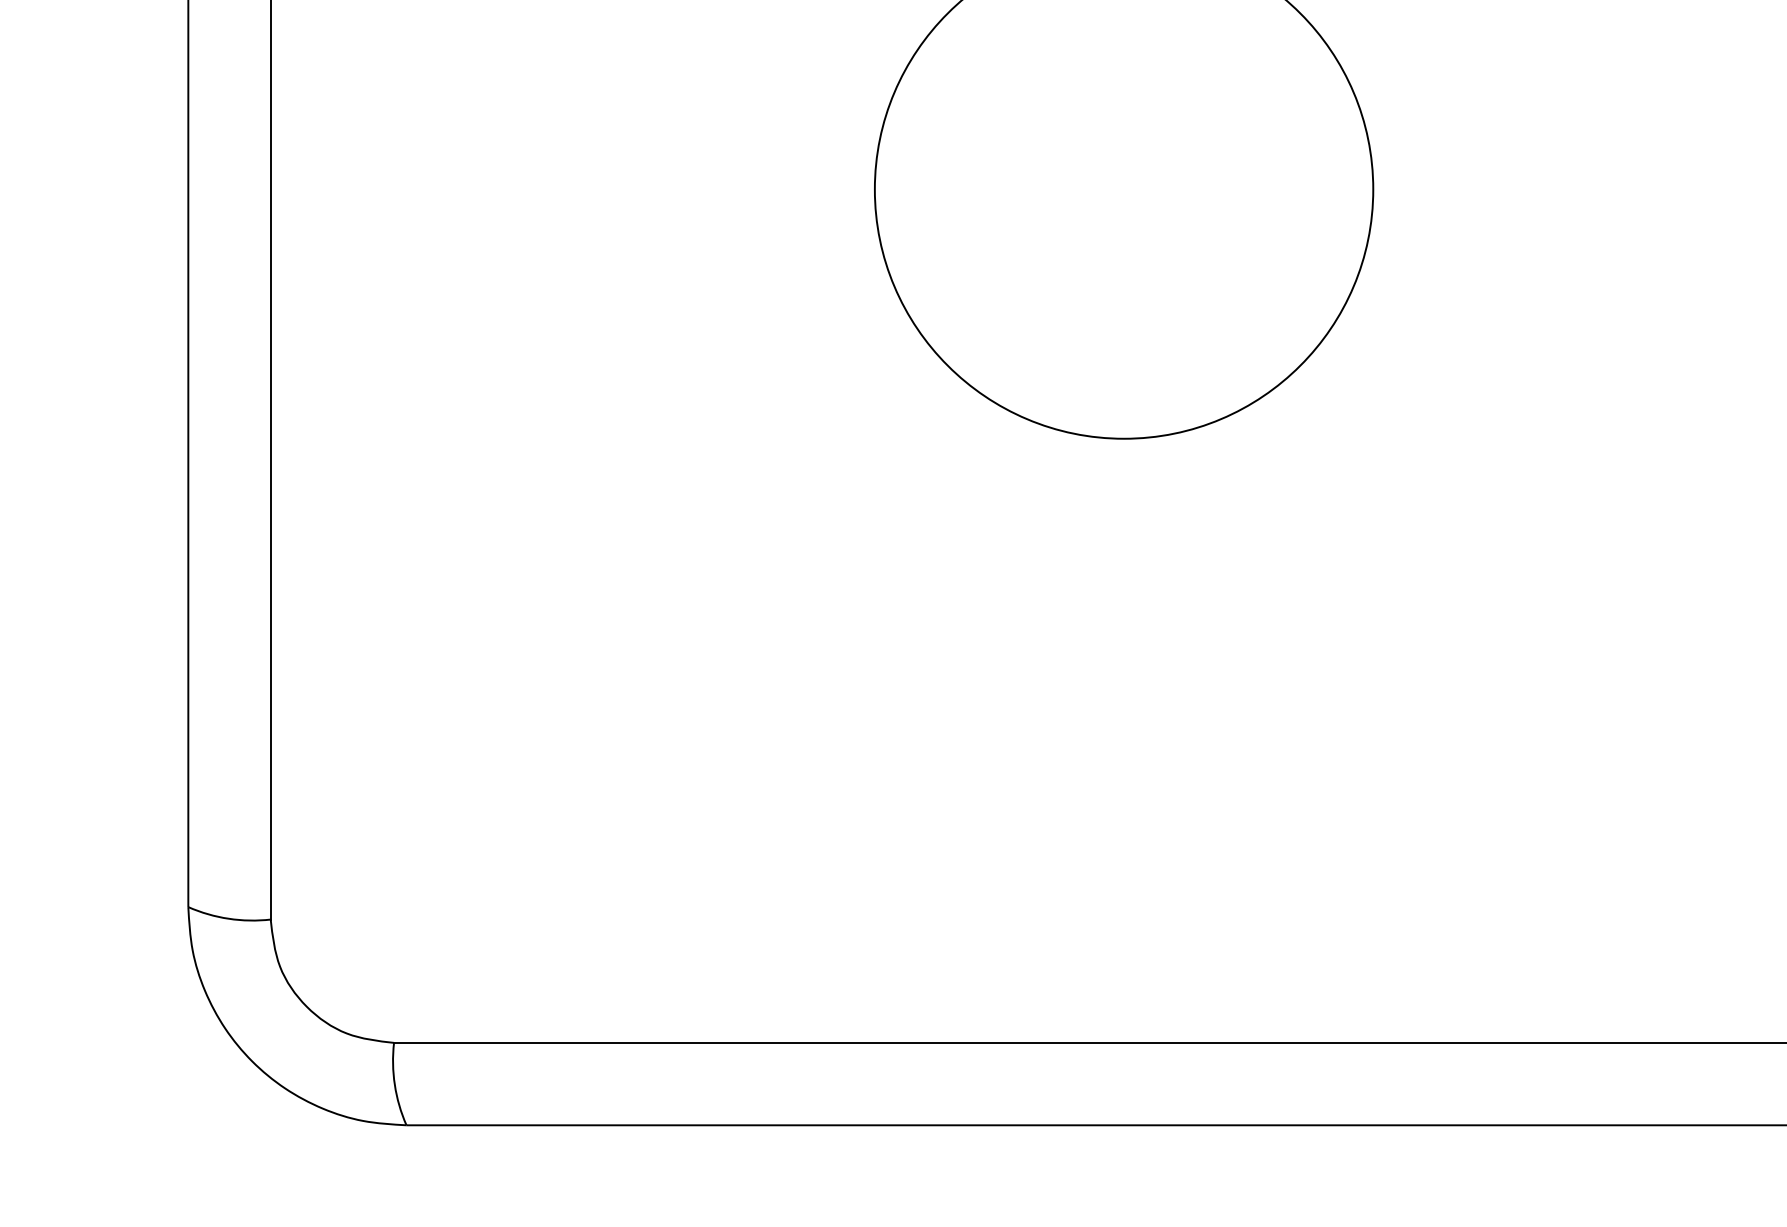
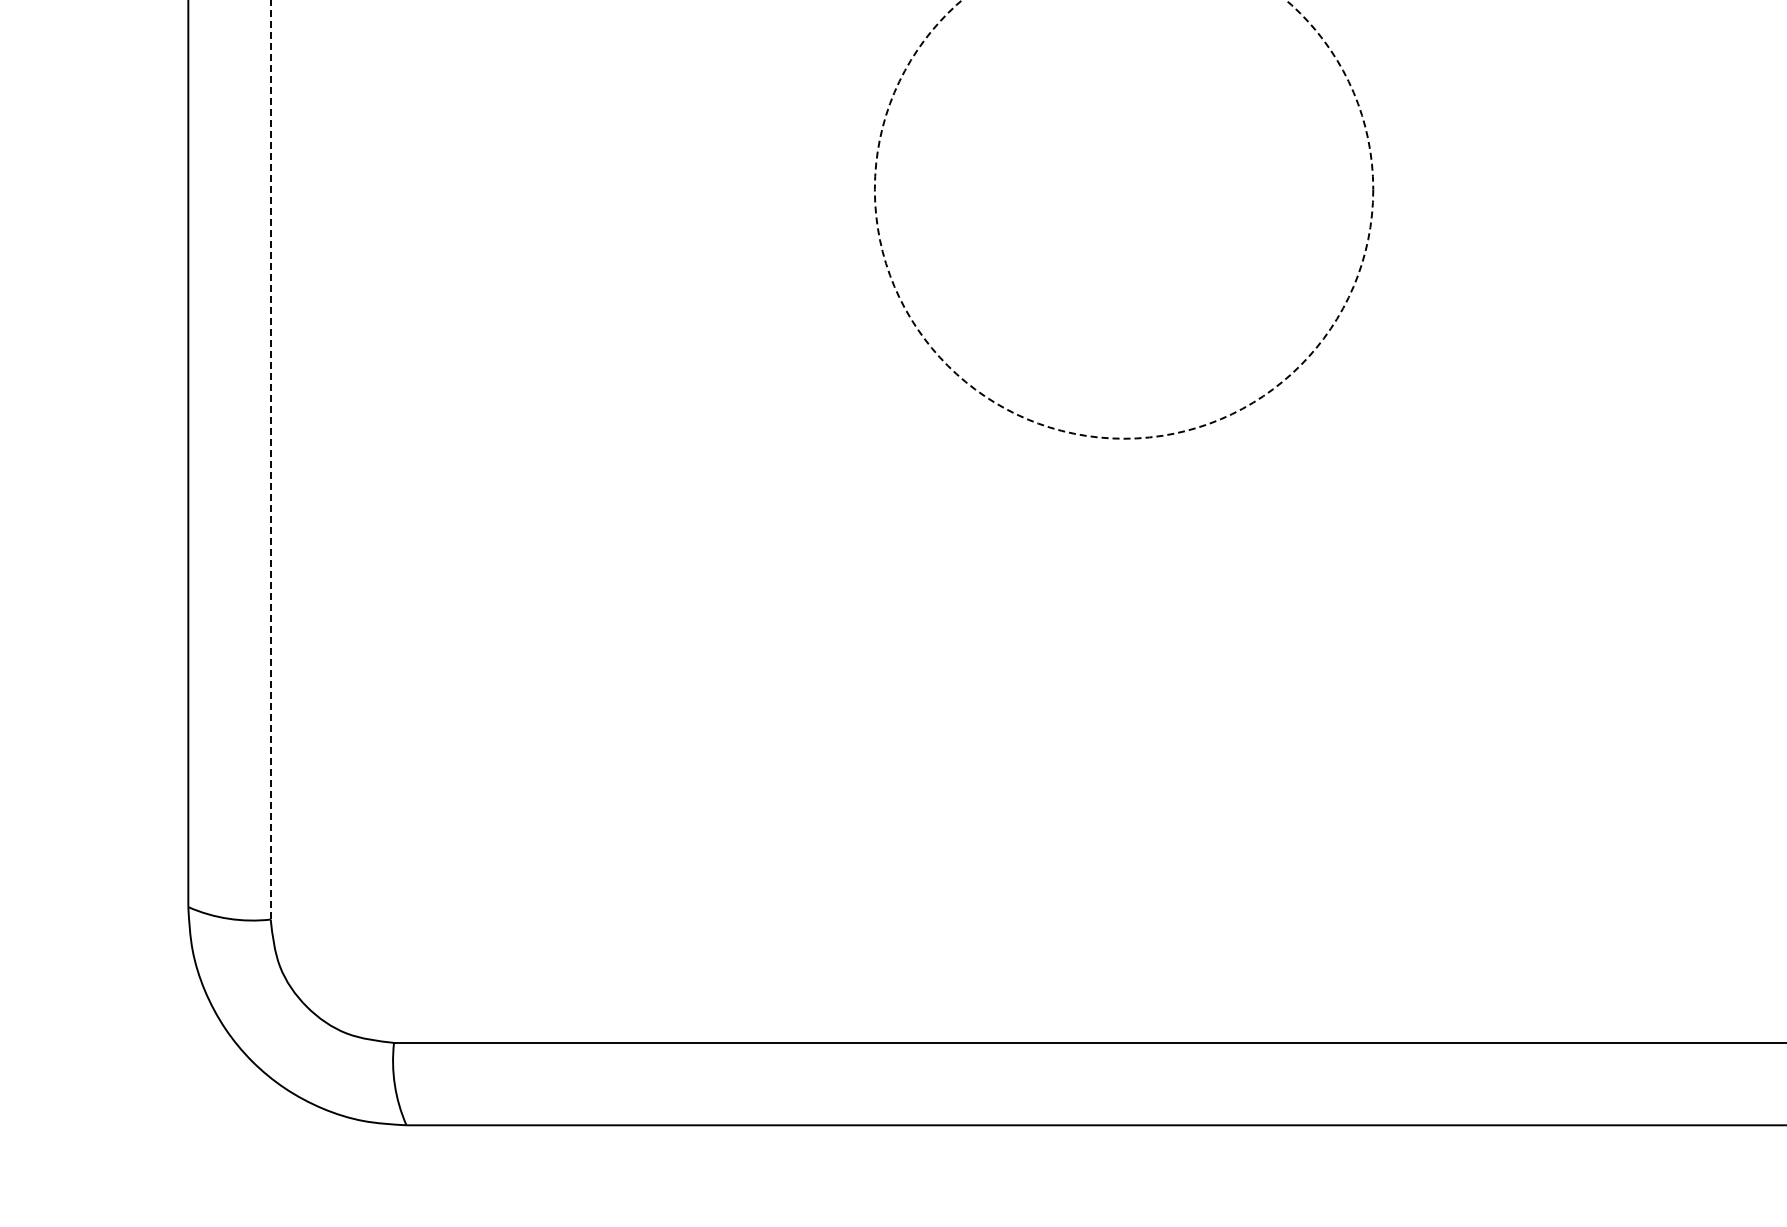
circle at (1123, 219): solid -> dashed
line at (270, 459): solid -> dashed
